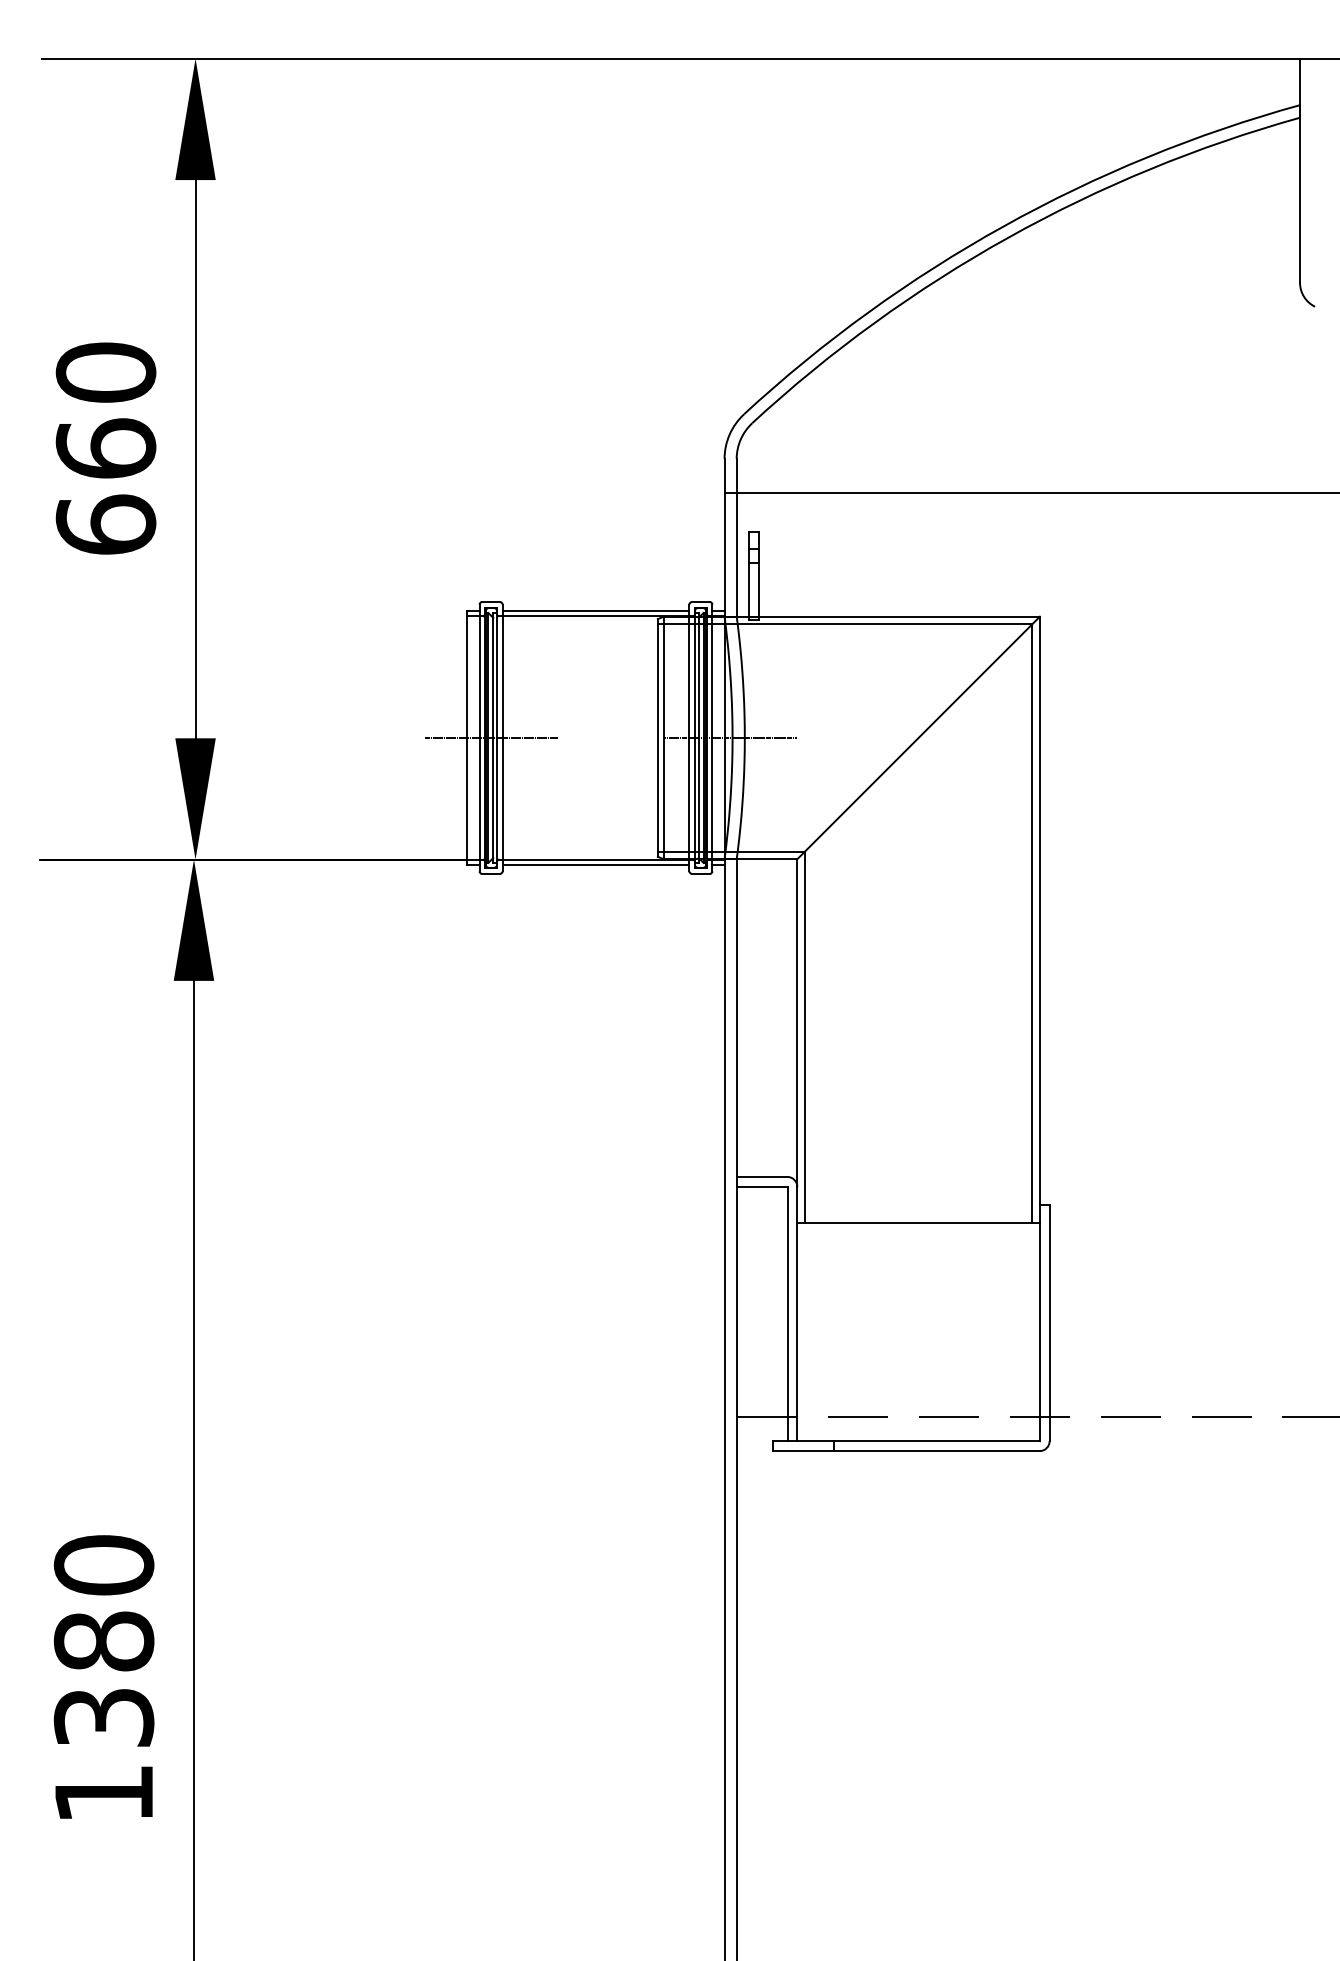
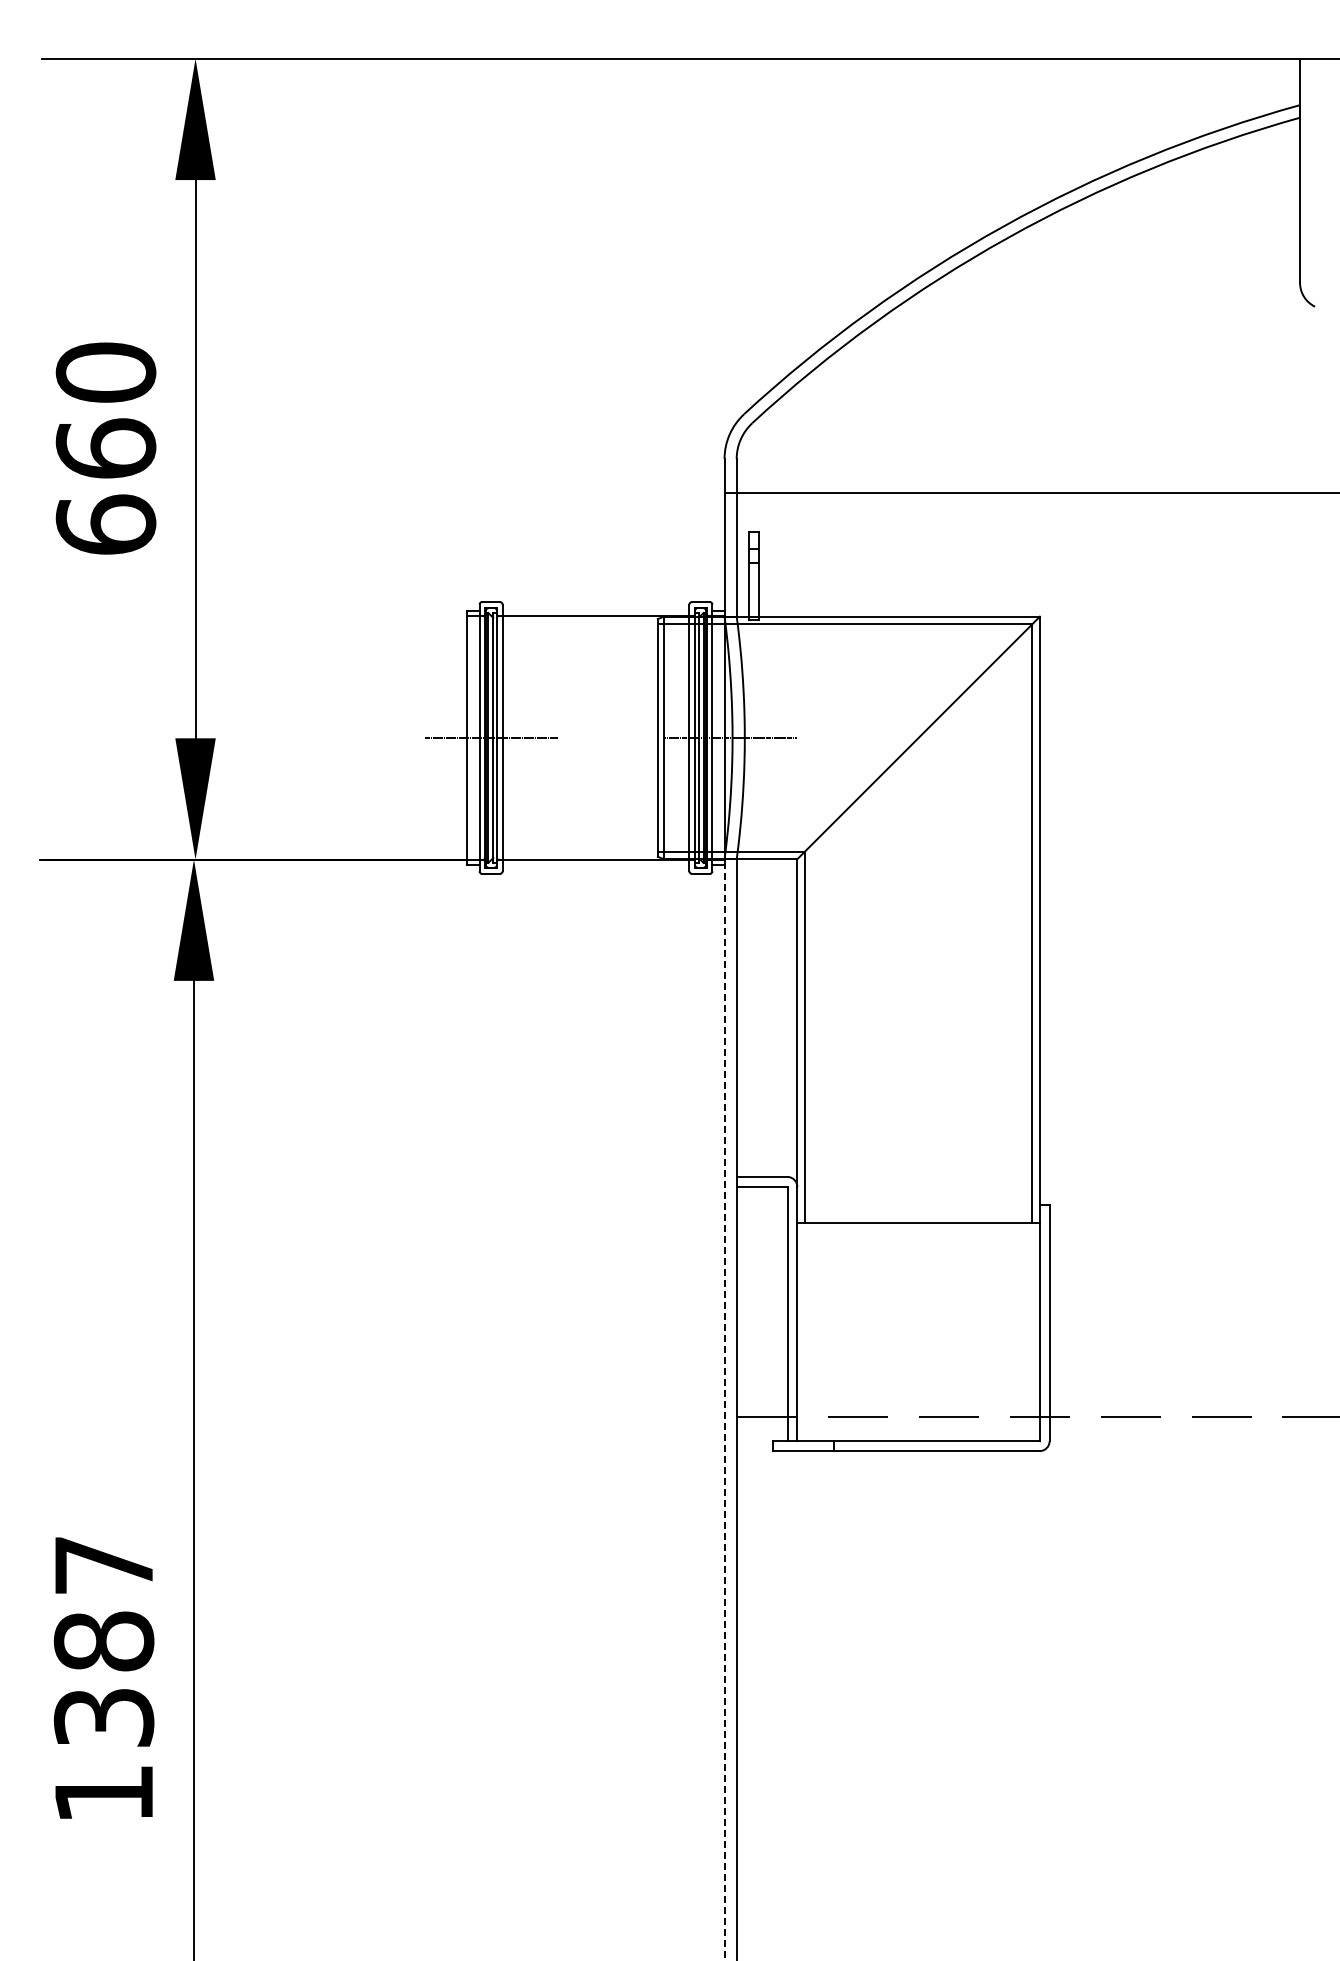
line at (595, 610): present -> none
line at (595, 865): present -> none
line at (724, 1413): solid -> dashed
text at (103, 1565): 1380 -> 1387
